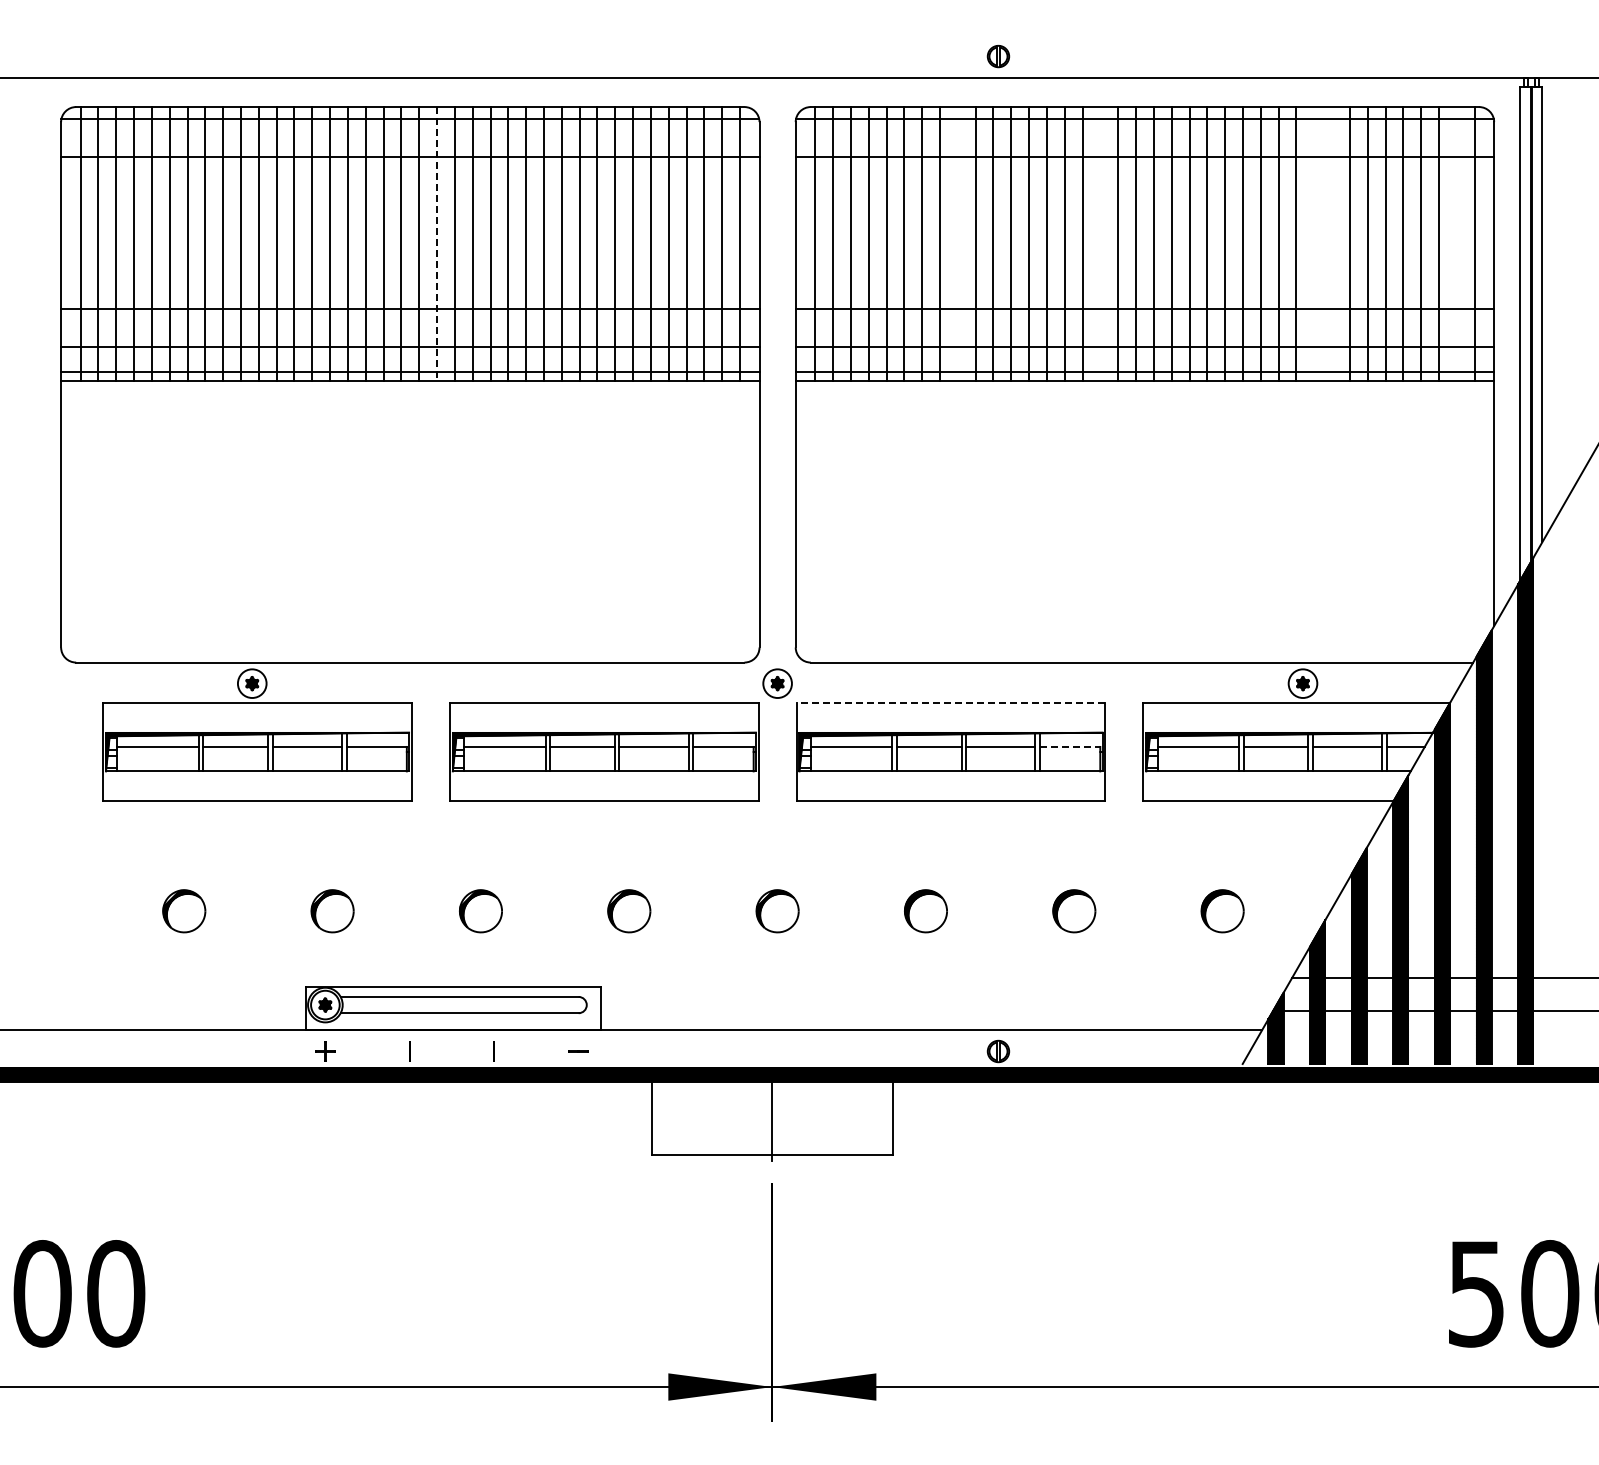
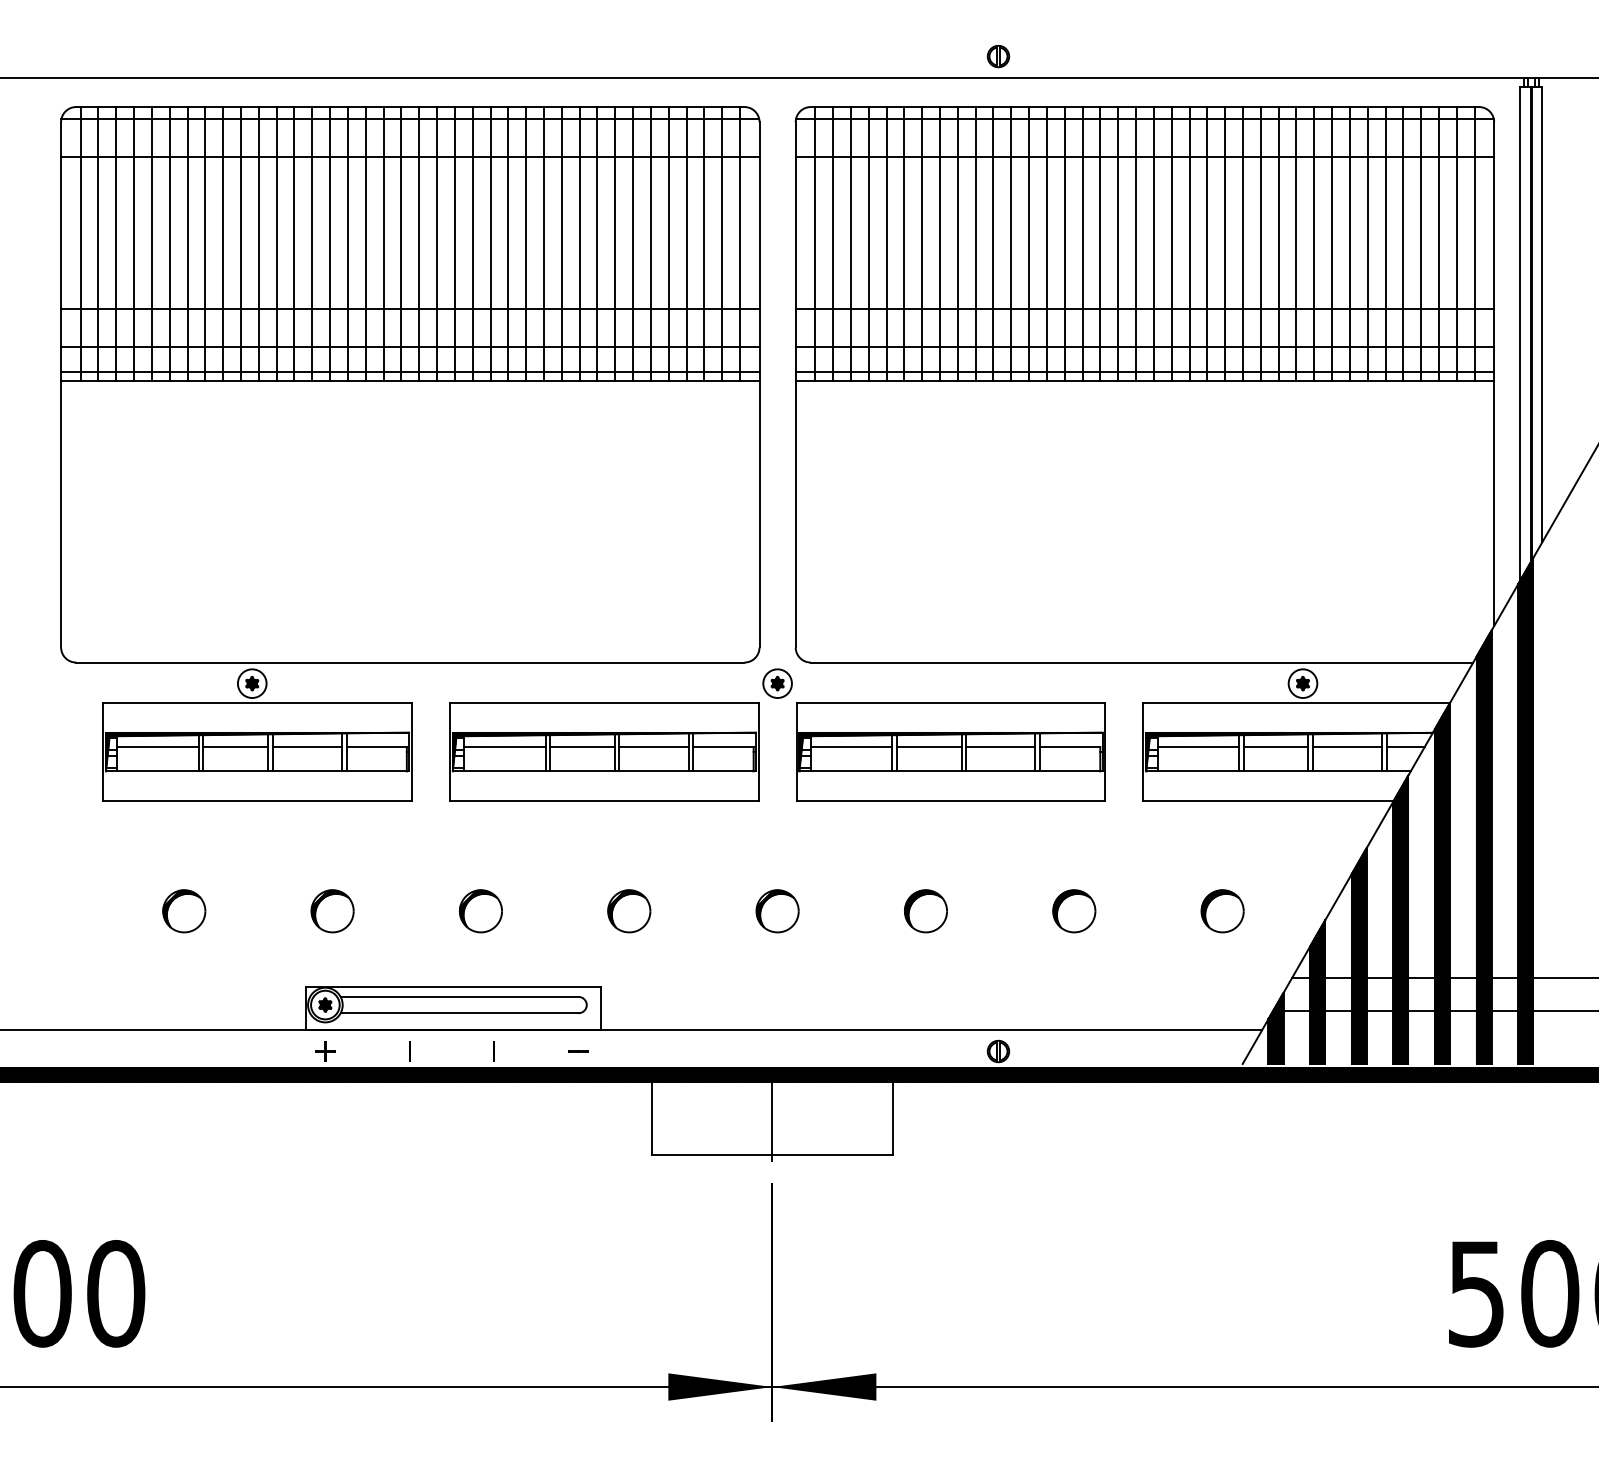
line at (437, 243): dashed -> solid
line at (957, 243): none -> present
line at (1100, 243): none -> present
line at (1314, 243): none -> present
line at (1332, 243): none -> present
line at (1456, 243): none -> present
line at (950, 702): dashed -> solid
line at (1070, 746): dashed -> solid
